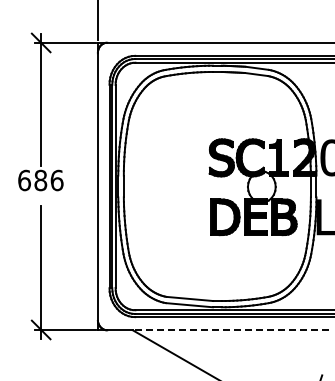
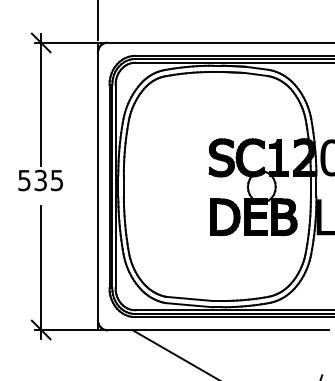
text at (40, 180): 686 -> 535
line at (230, 330): dashed -> solid
